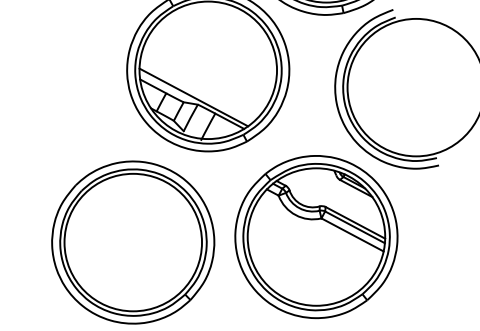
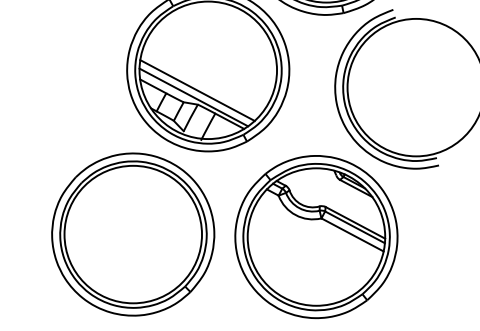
line at (197, 90): none -> present
part at (133, 242) position: (133, 242) -> (133, 234)
